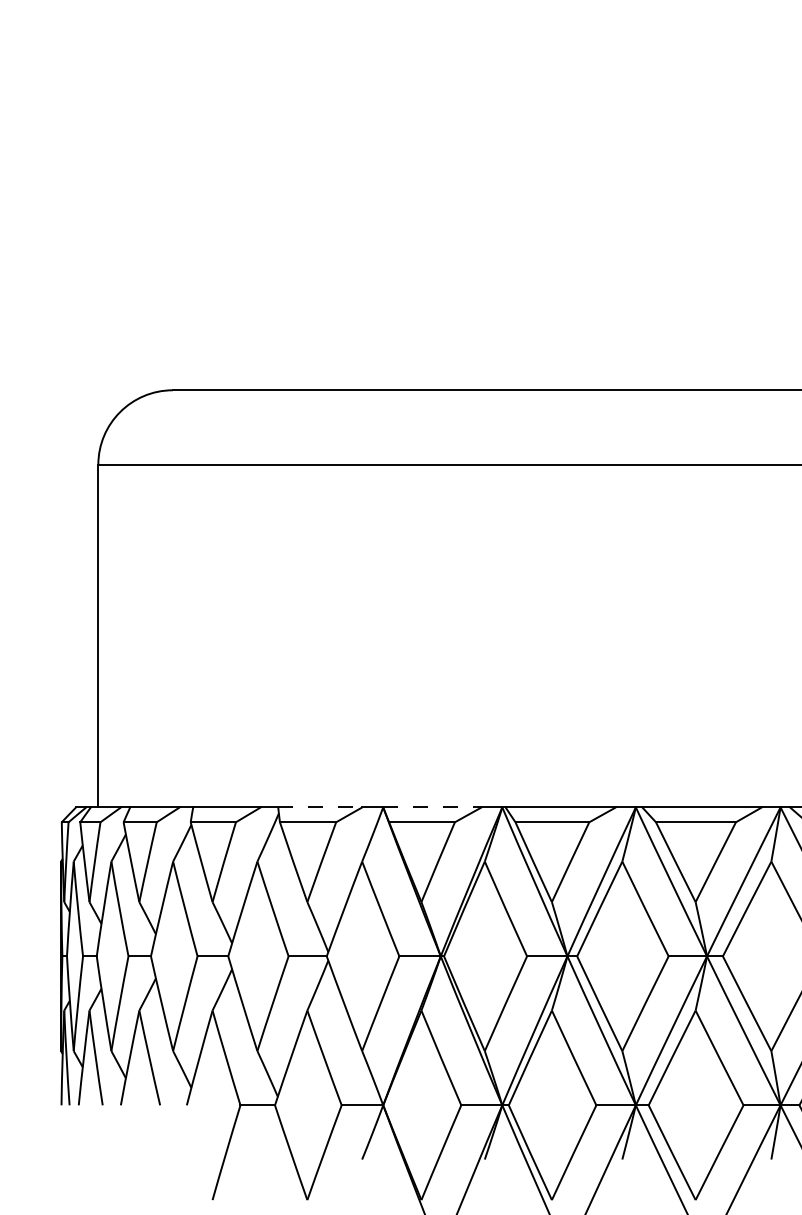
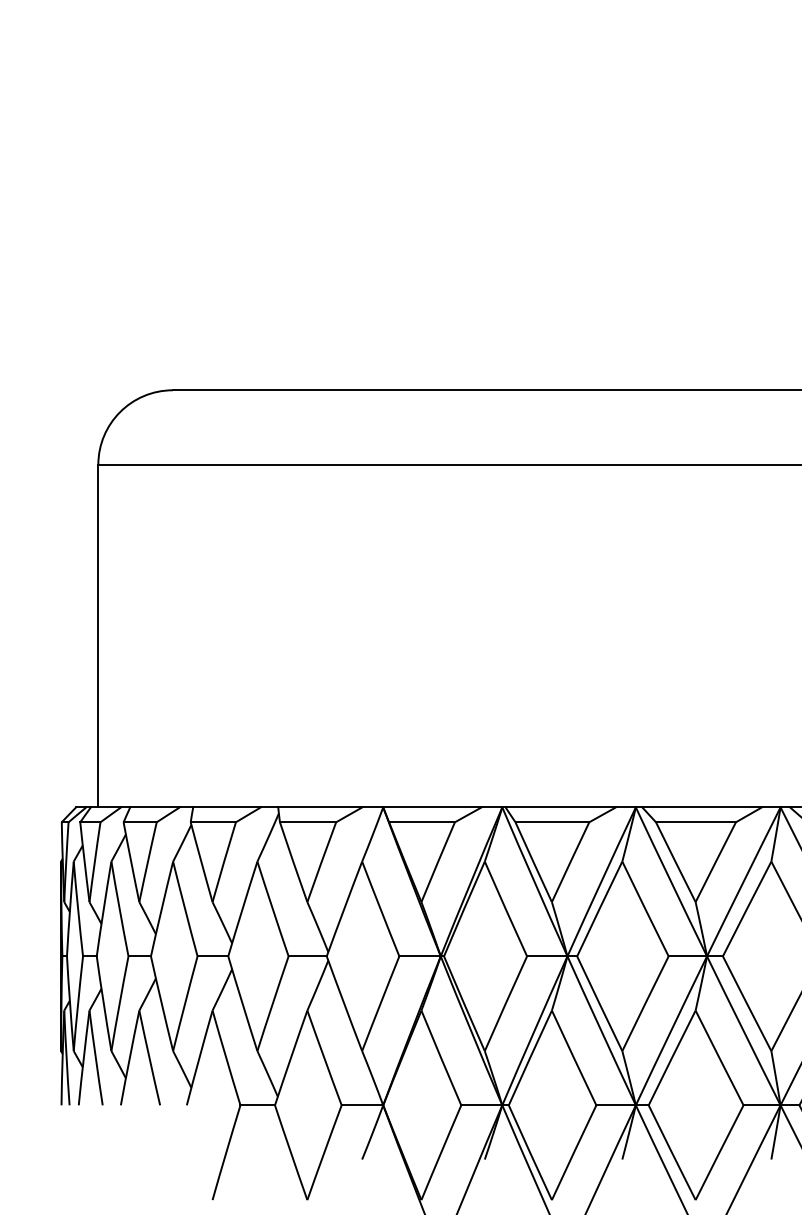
line at (320, 807): dashed -> solid
line at (432, 807): dashed -> solid
